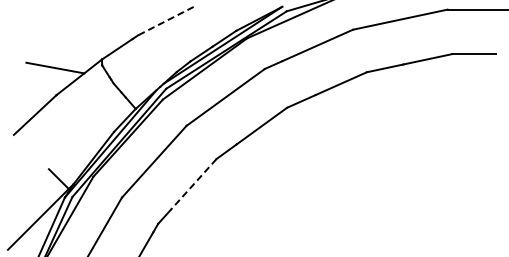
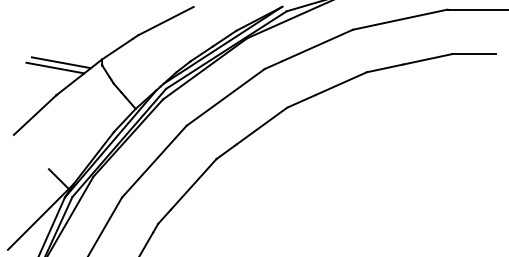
line at (165, 21): dashed -> solid
line at (60, 62): none -> present
line at (193, 184): dashed -> solid
